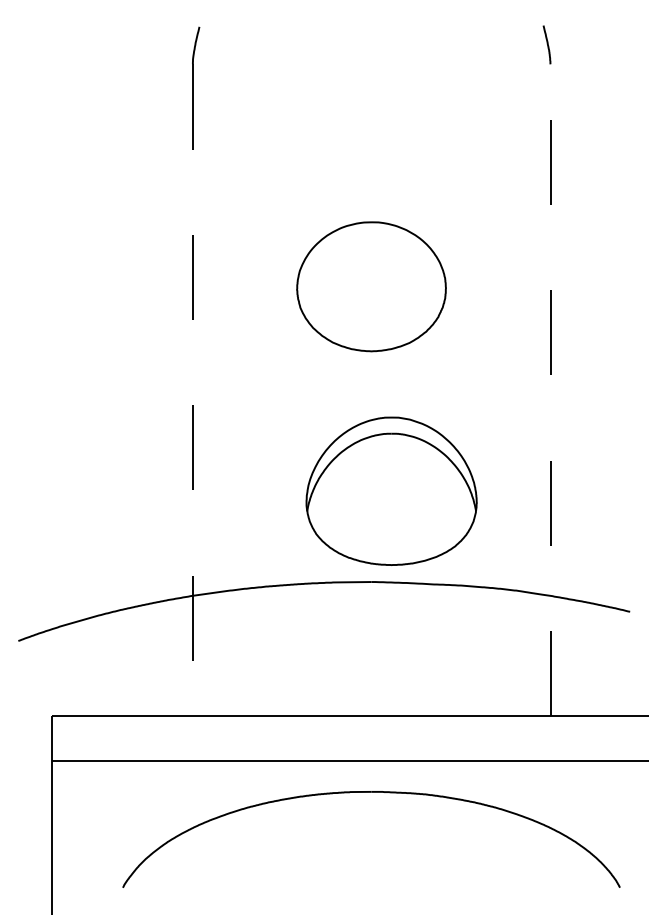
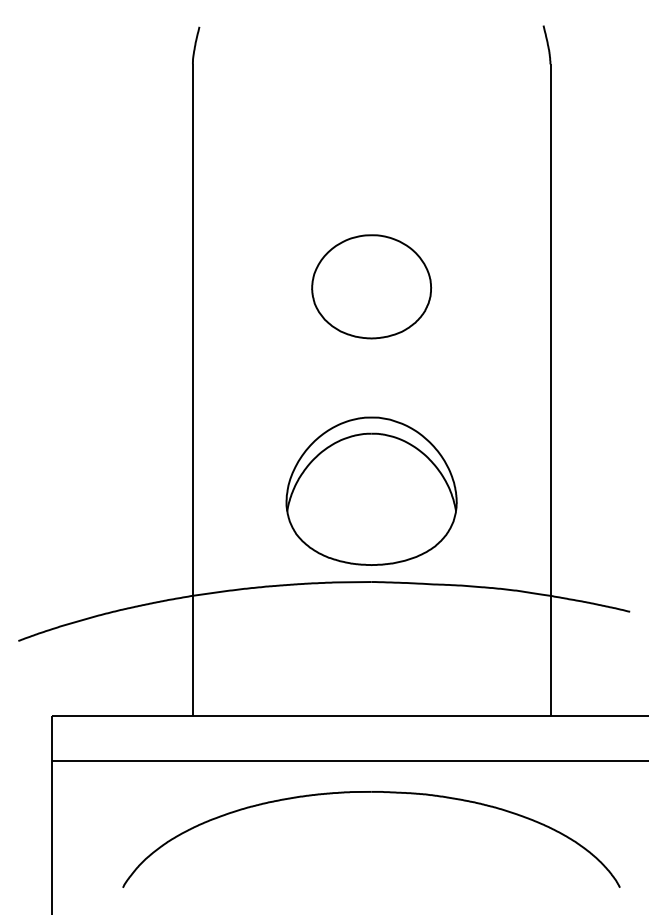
part at (371, 286) size: 151x132 px -> 122x106 px
line at (192, 390): dashed -> solid
line at (550, 390): dashed -> solid
part at (391, 490) position: (391, 490) -> (371, 490)
